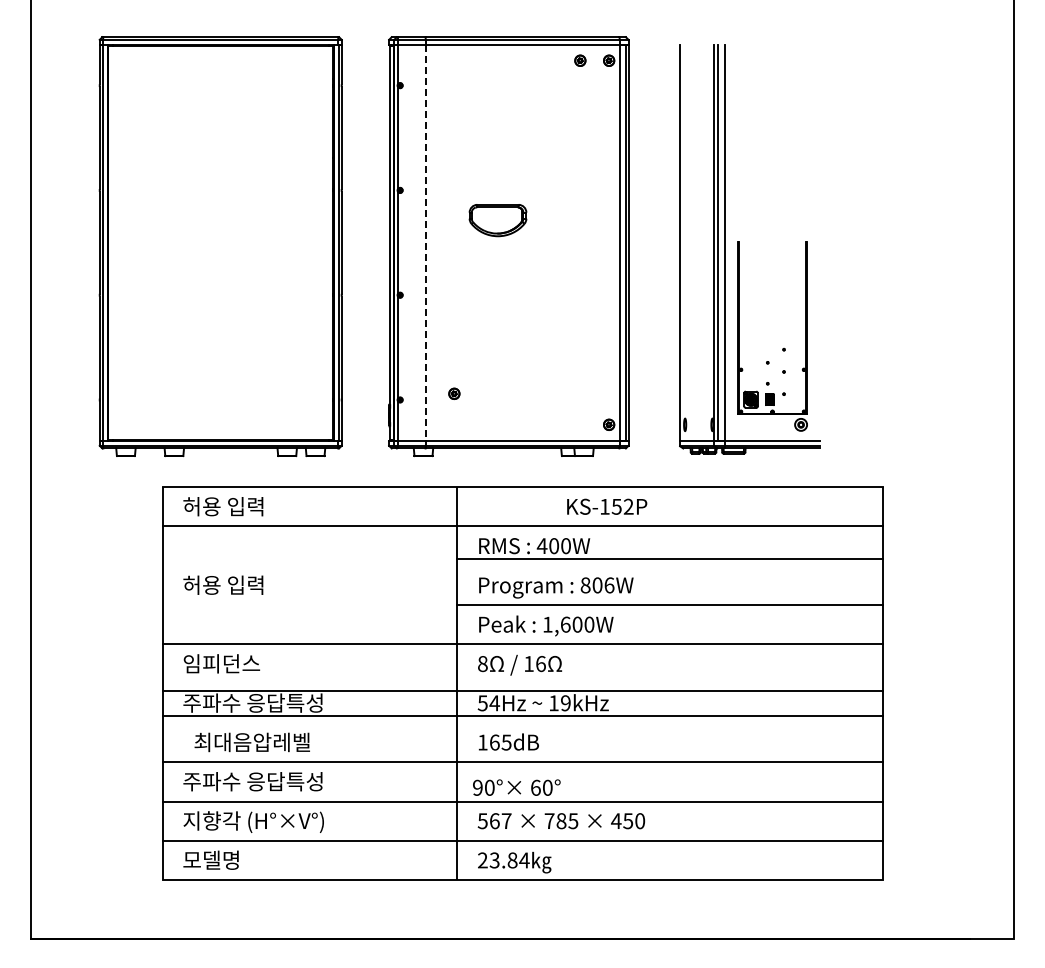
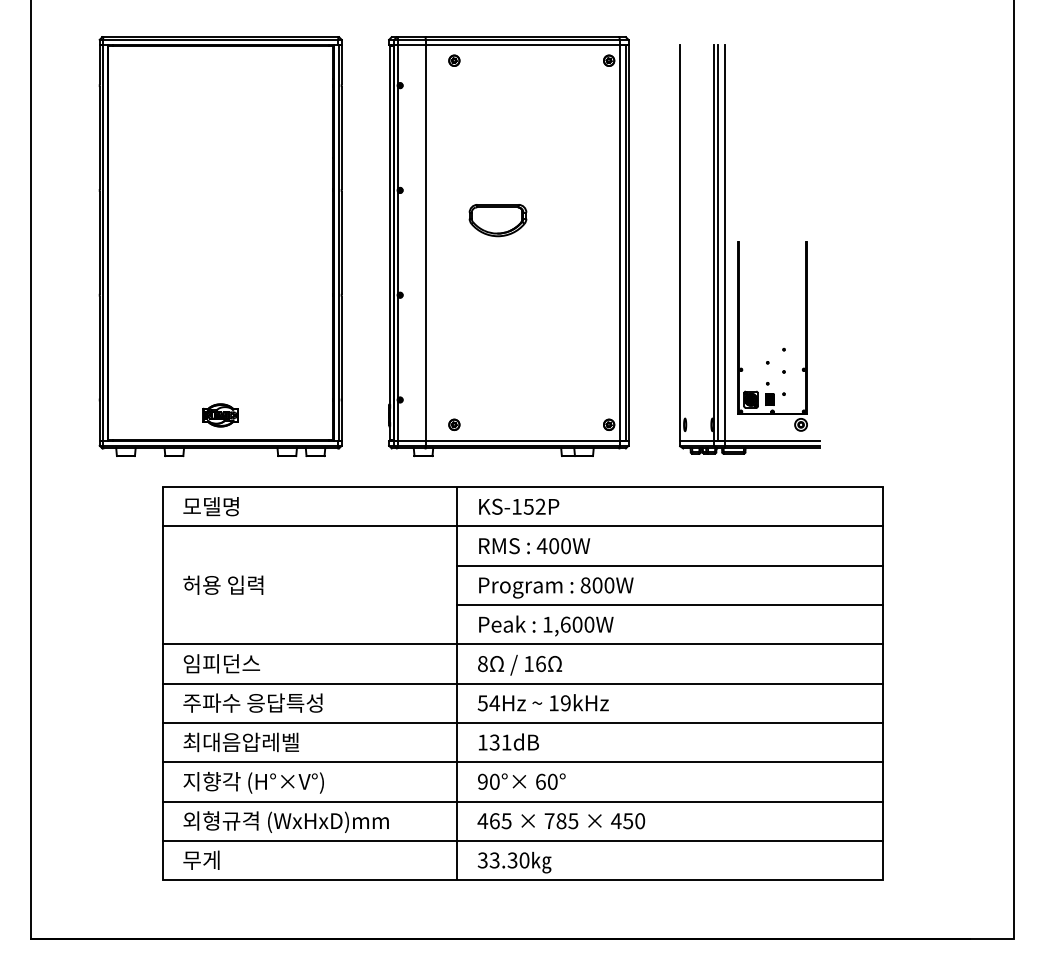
part at (580, 60) position: (580, 60) -> (454, 60)
line at (425, 242): dashed -> solid
part at (454, 393) position: (454, 393) -> (454, 424)
part at (220, 415): none -> present
text at (223, 506): 허용 입력 -> 모델명
text at (607, 506) position: (607, 506) -> (519, 506)
line at (670, 558) position: (670, 558) -> (670, 565)
text at (609, 585): 806W -> 800W
line at (522, 690) position: (522, 690) -> (522, 683)
line at (522, 715) position: (522, 715) -> (522, 722)
text at (251, 742) position: (251, 742) -> (240, 742)
text at (500, 742): 165dB -> 131dB
text at (253, 782): 주파수 응답특성 -> 지향각 (H°×V°)
text at (516, 787) position: (516, 787) -> (521, 781)
text at (285, 821): 지향각 (H°×V°) -> 외형규격 (WxHxD)mm
text at (494, 821): 567 -> 465
text at (210, 859): 모델명 -> 무게
text at (503, 860): 23.84 -> 33.30
